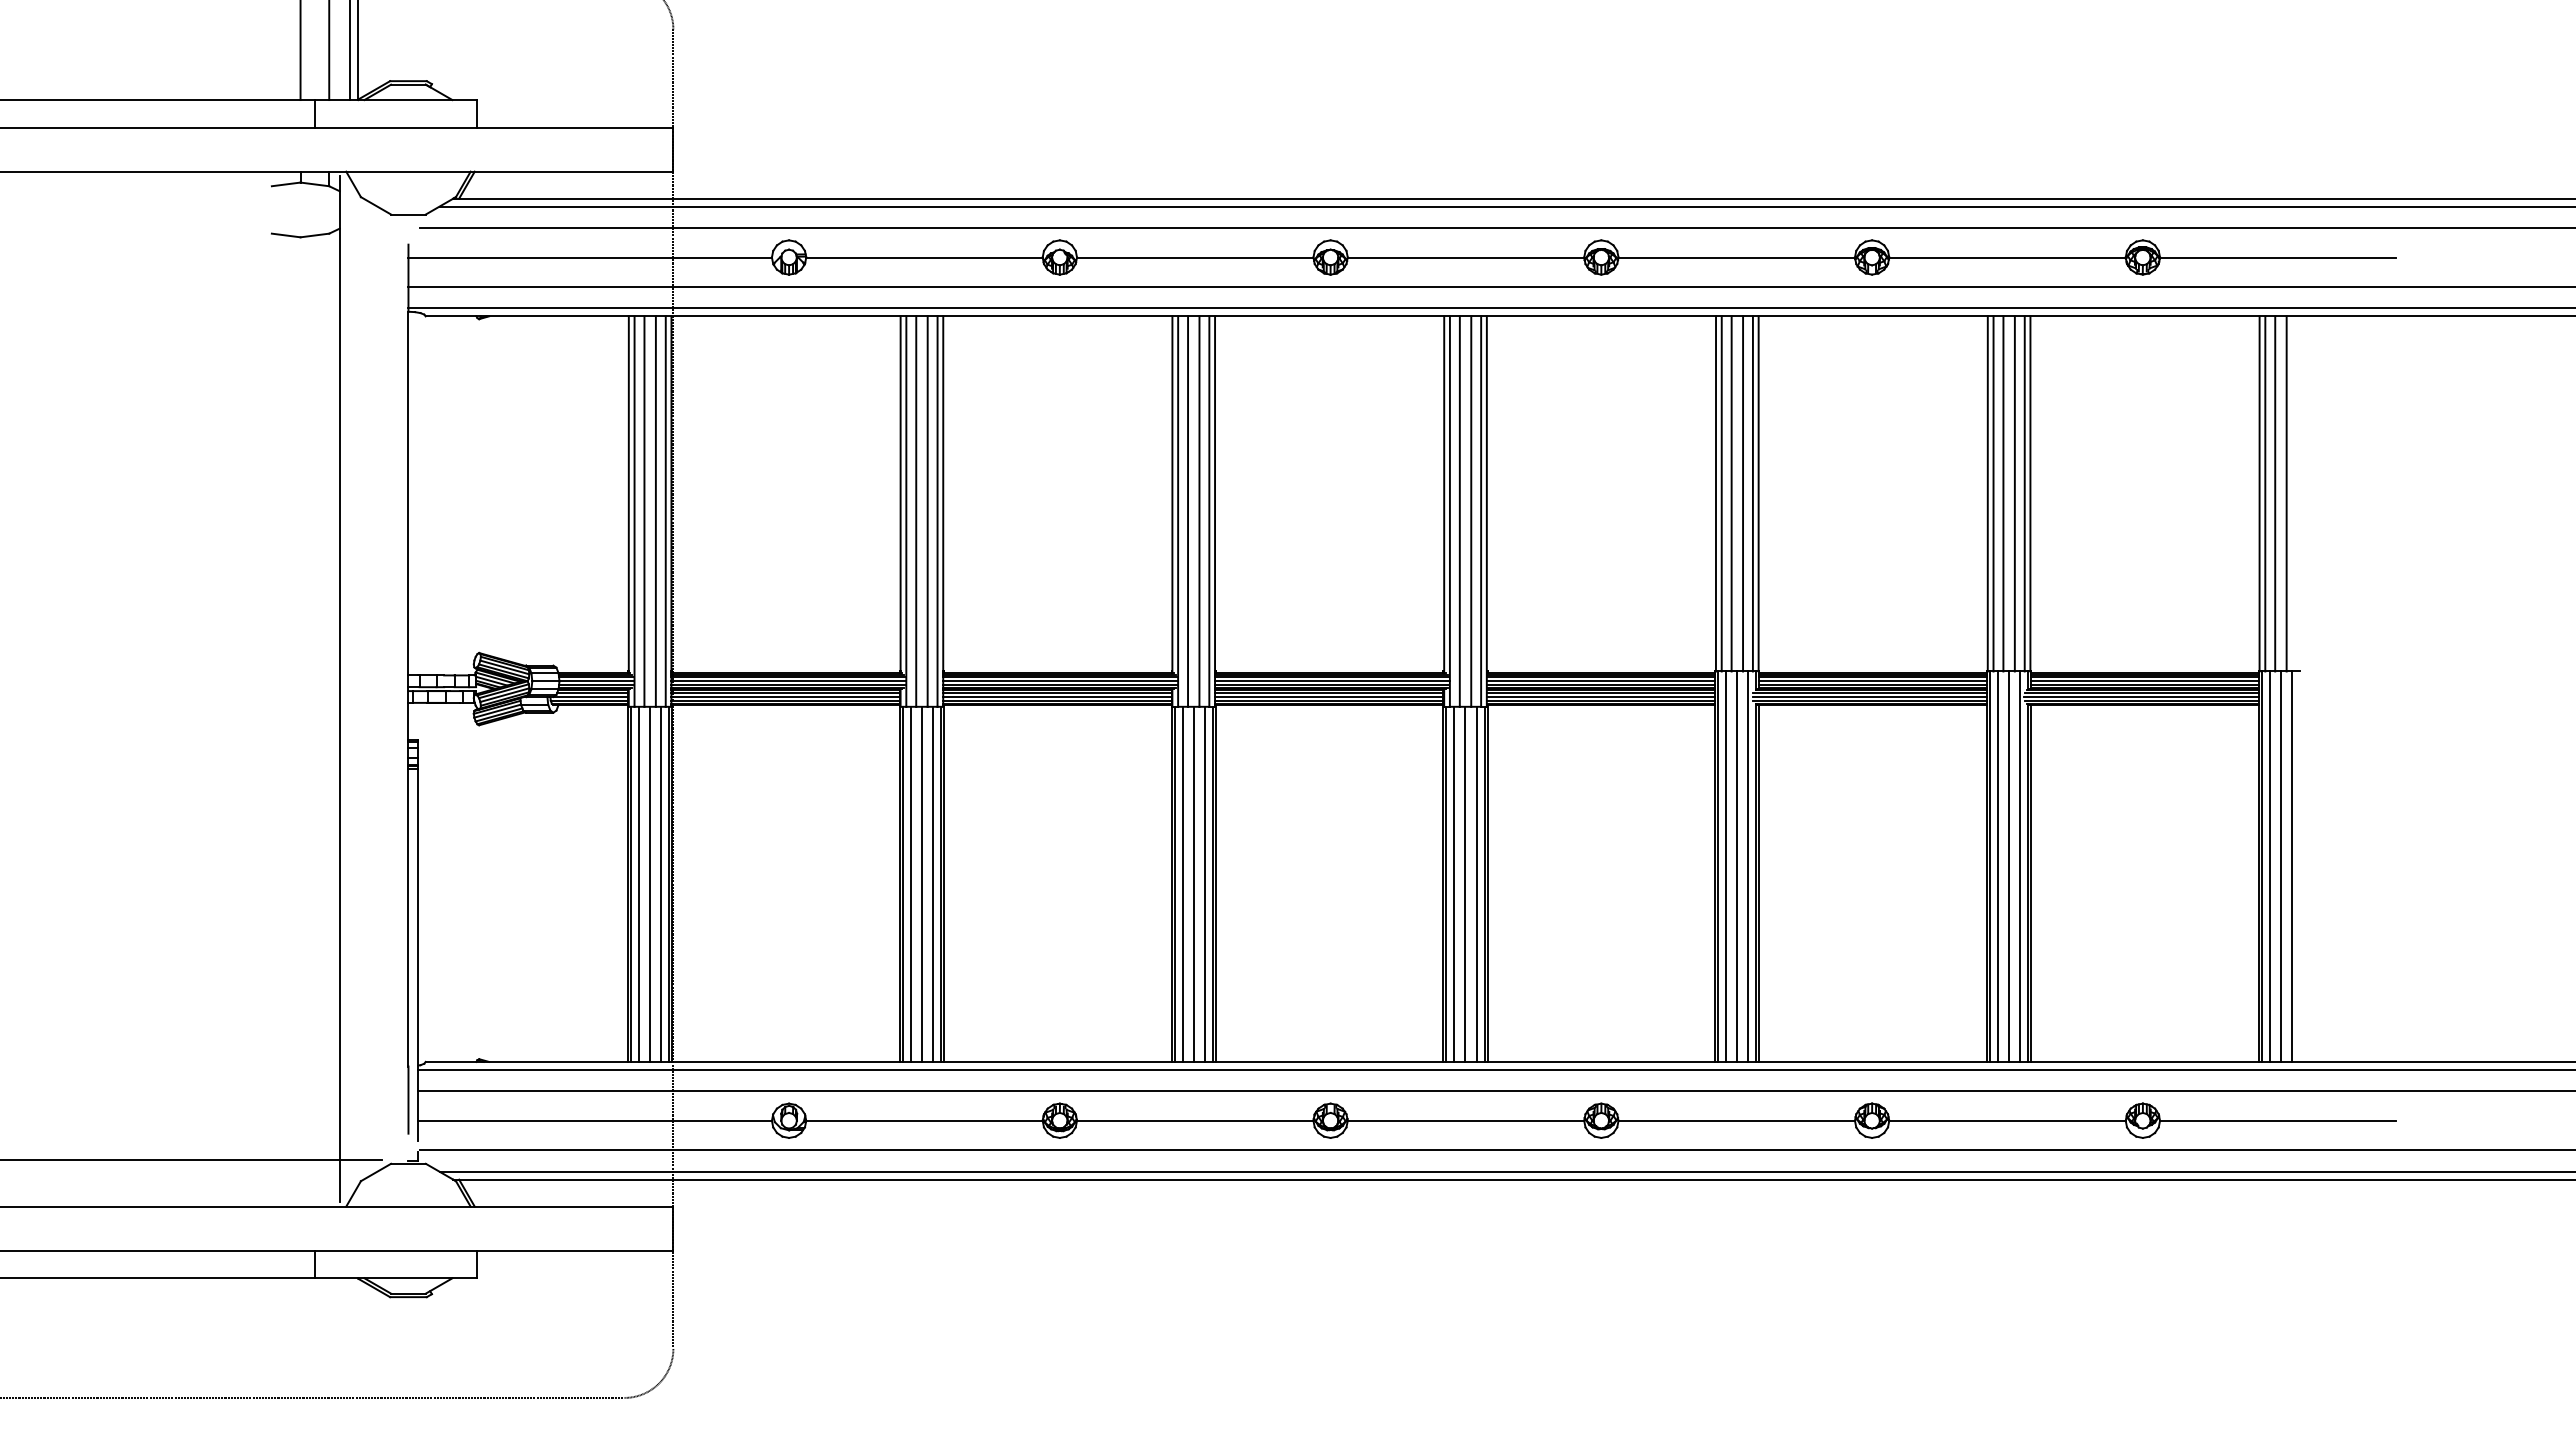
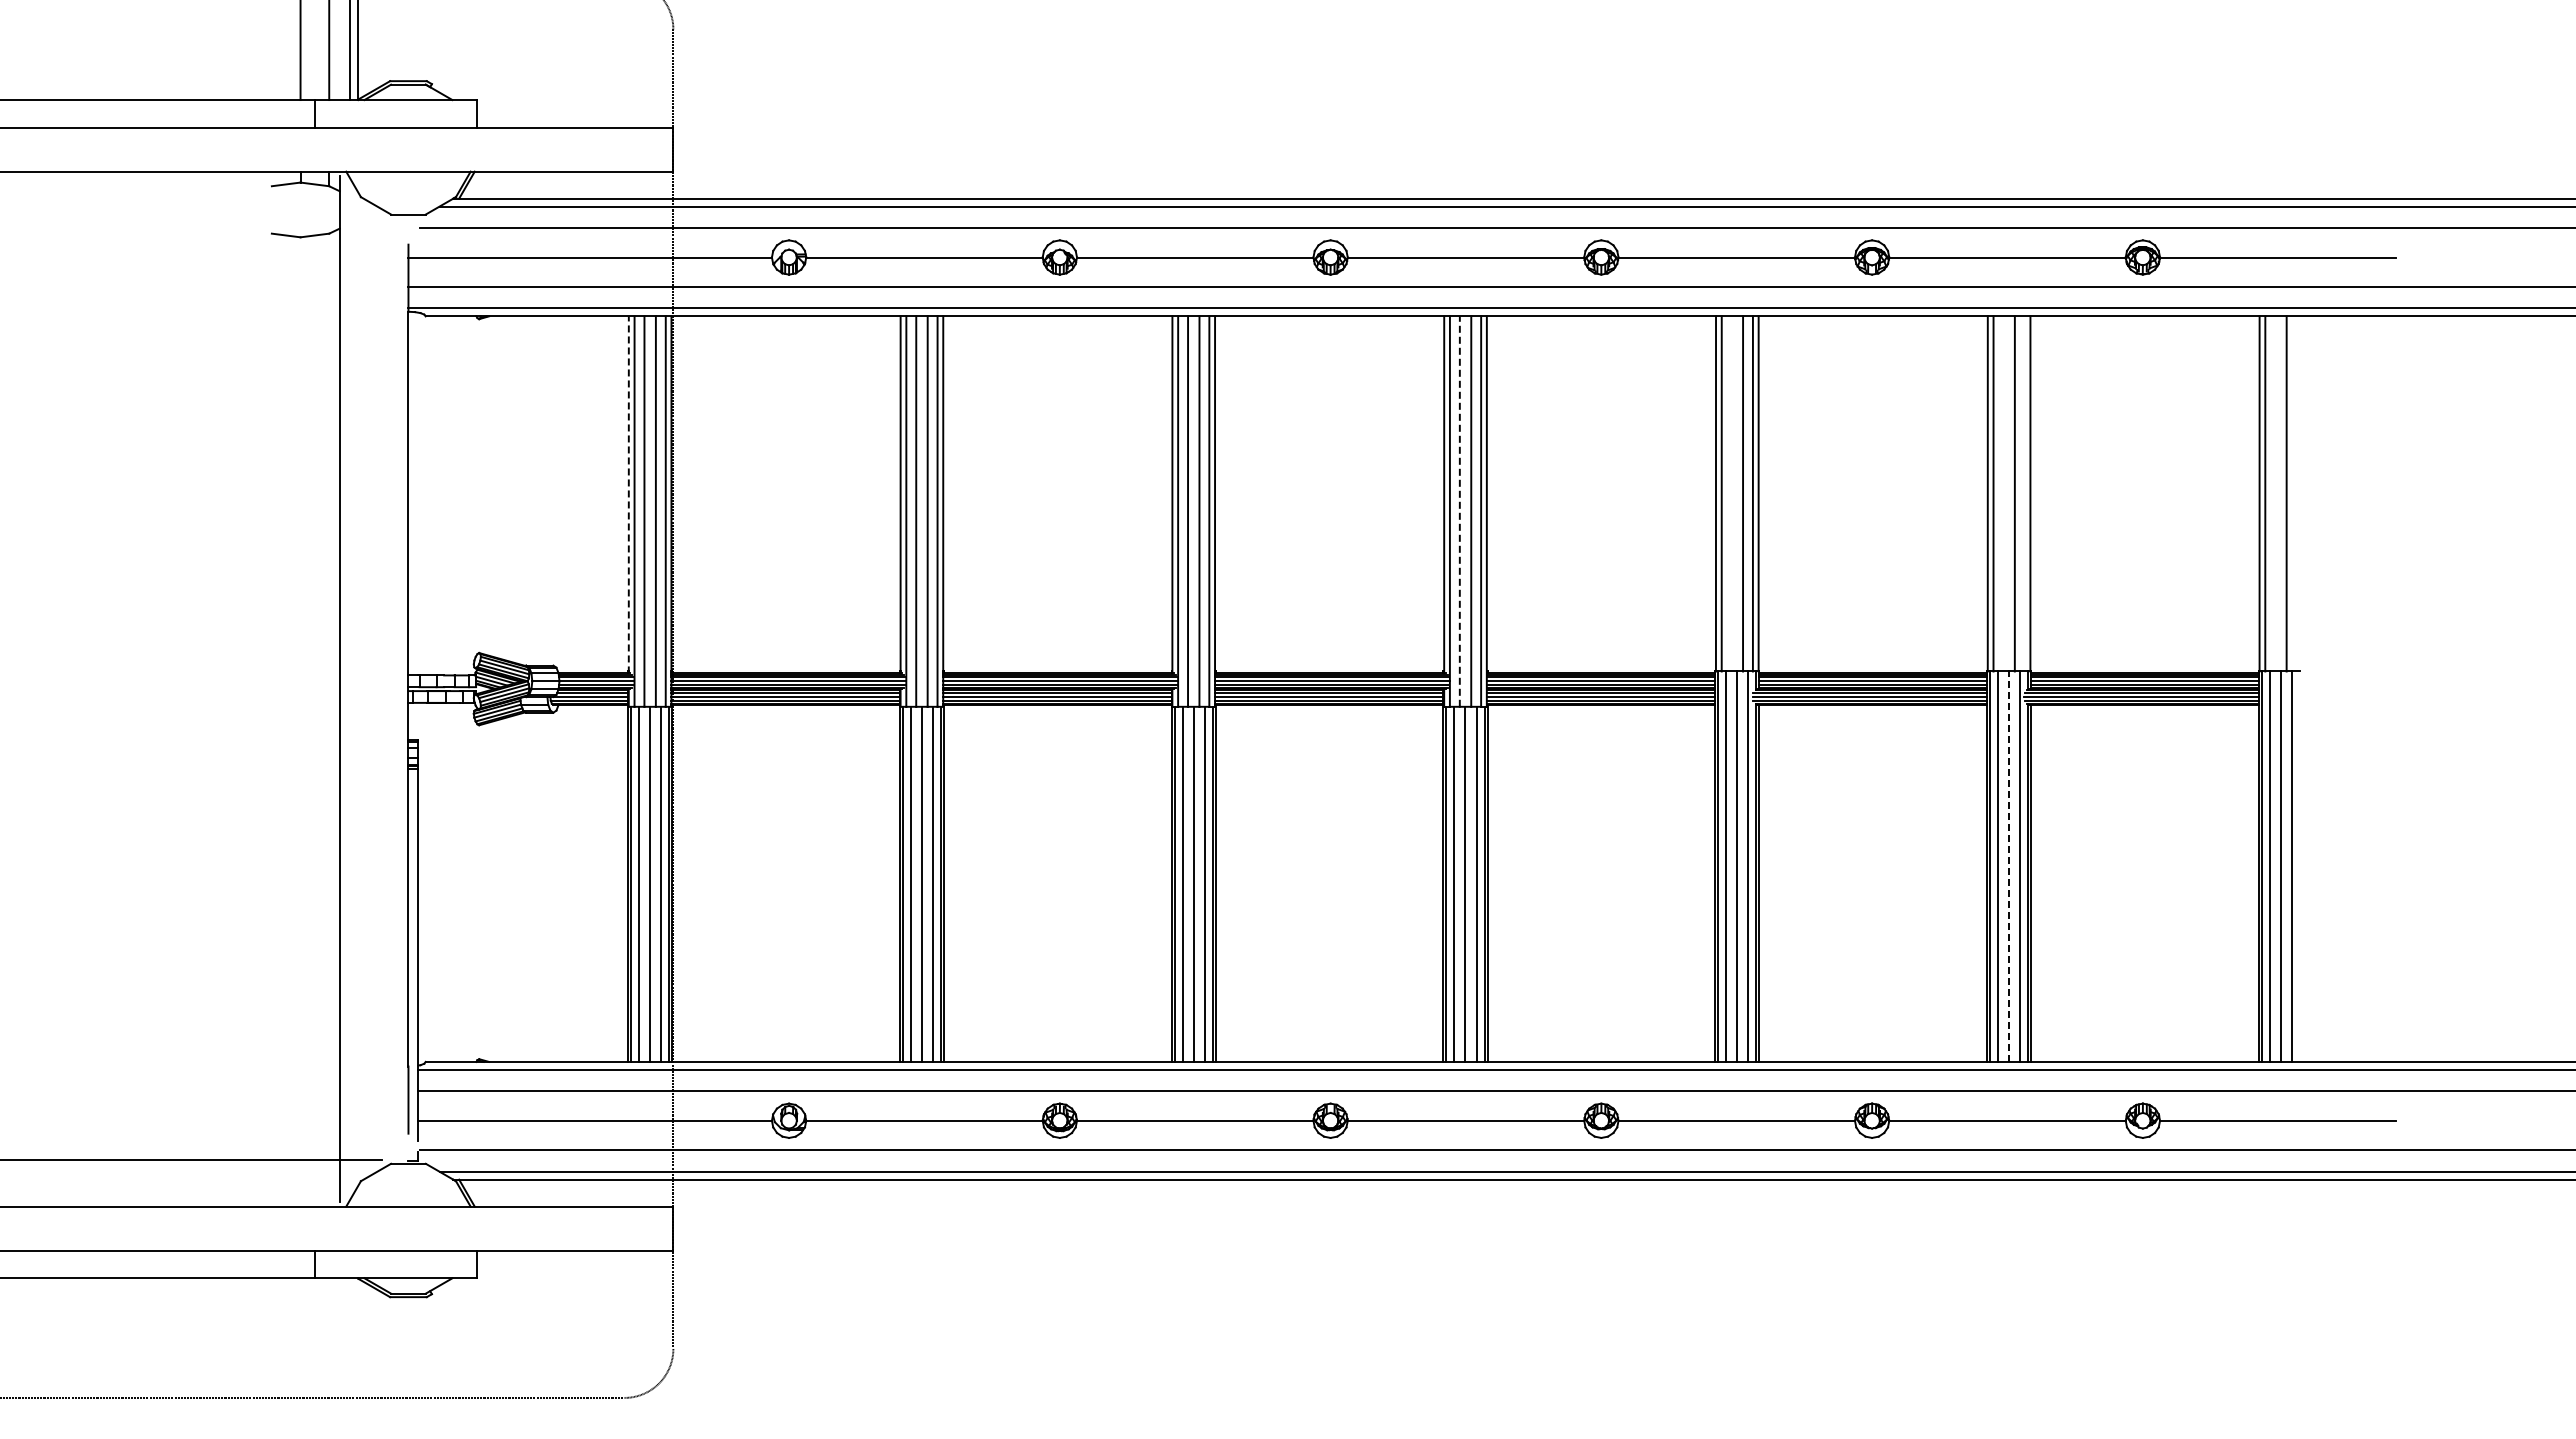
line at (1731, 493): present -> none
line at (2003, 493): present -> none
line at (2024, 493): present -> none
line at (2275, 493): present -> none
line at (628, 494): solid -> dashed
line at (1459, 511): solid -> dashed
line at (2009, 866): solid -> dashed
